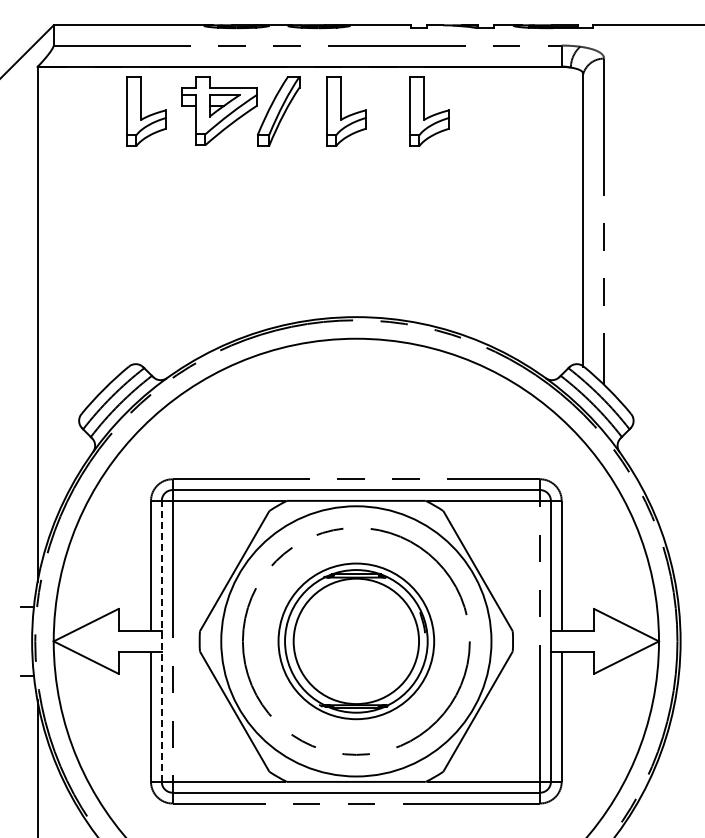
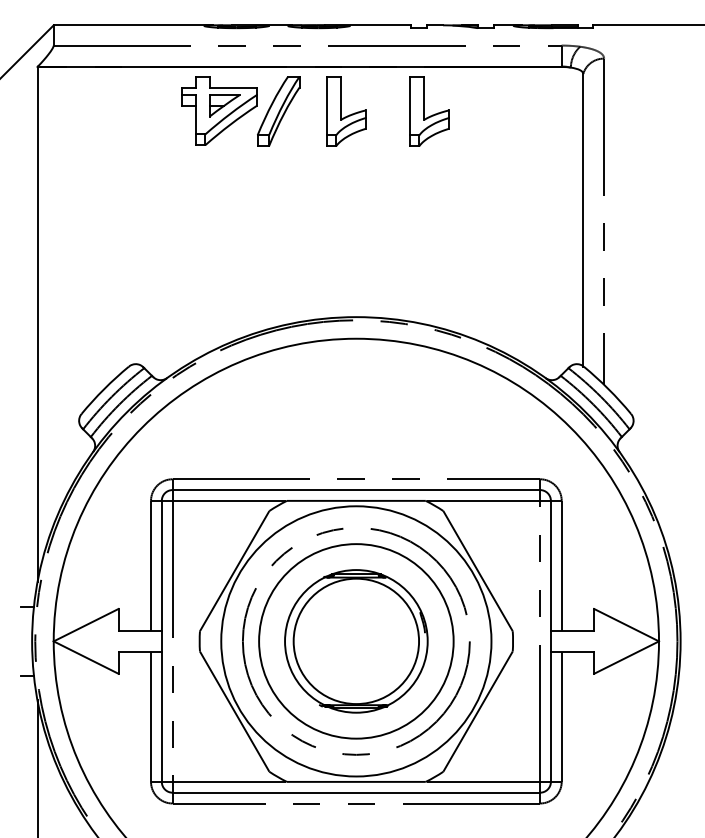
part at (146, 111): present -> none
line at (161, 641): dashed -> solid
circle at (356, 641) diameter: 156 px -> 195 px
